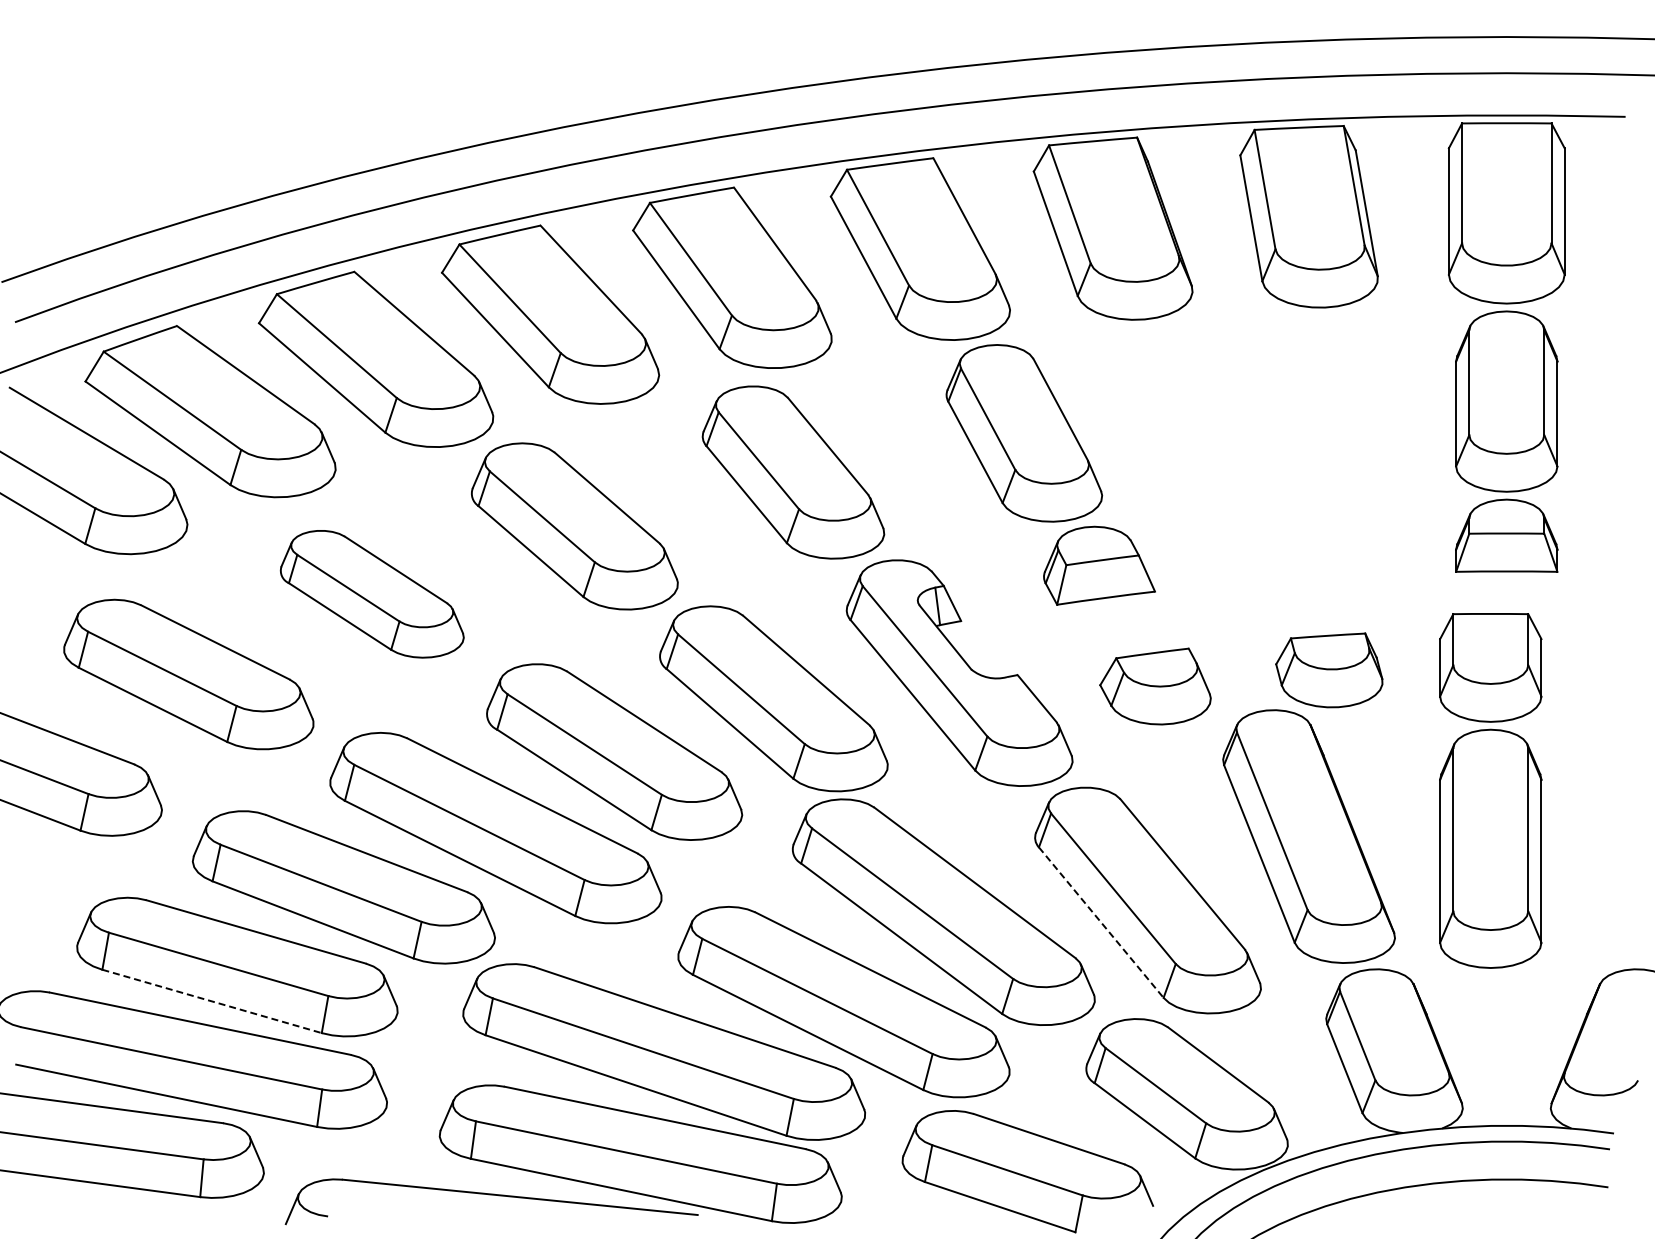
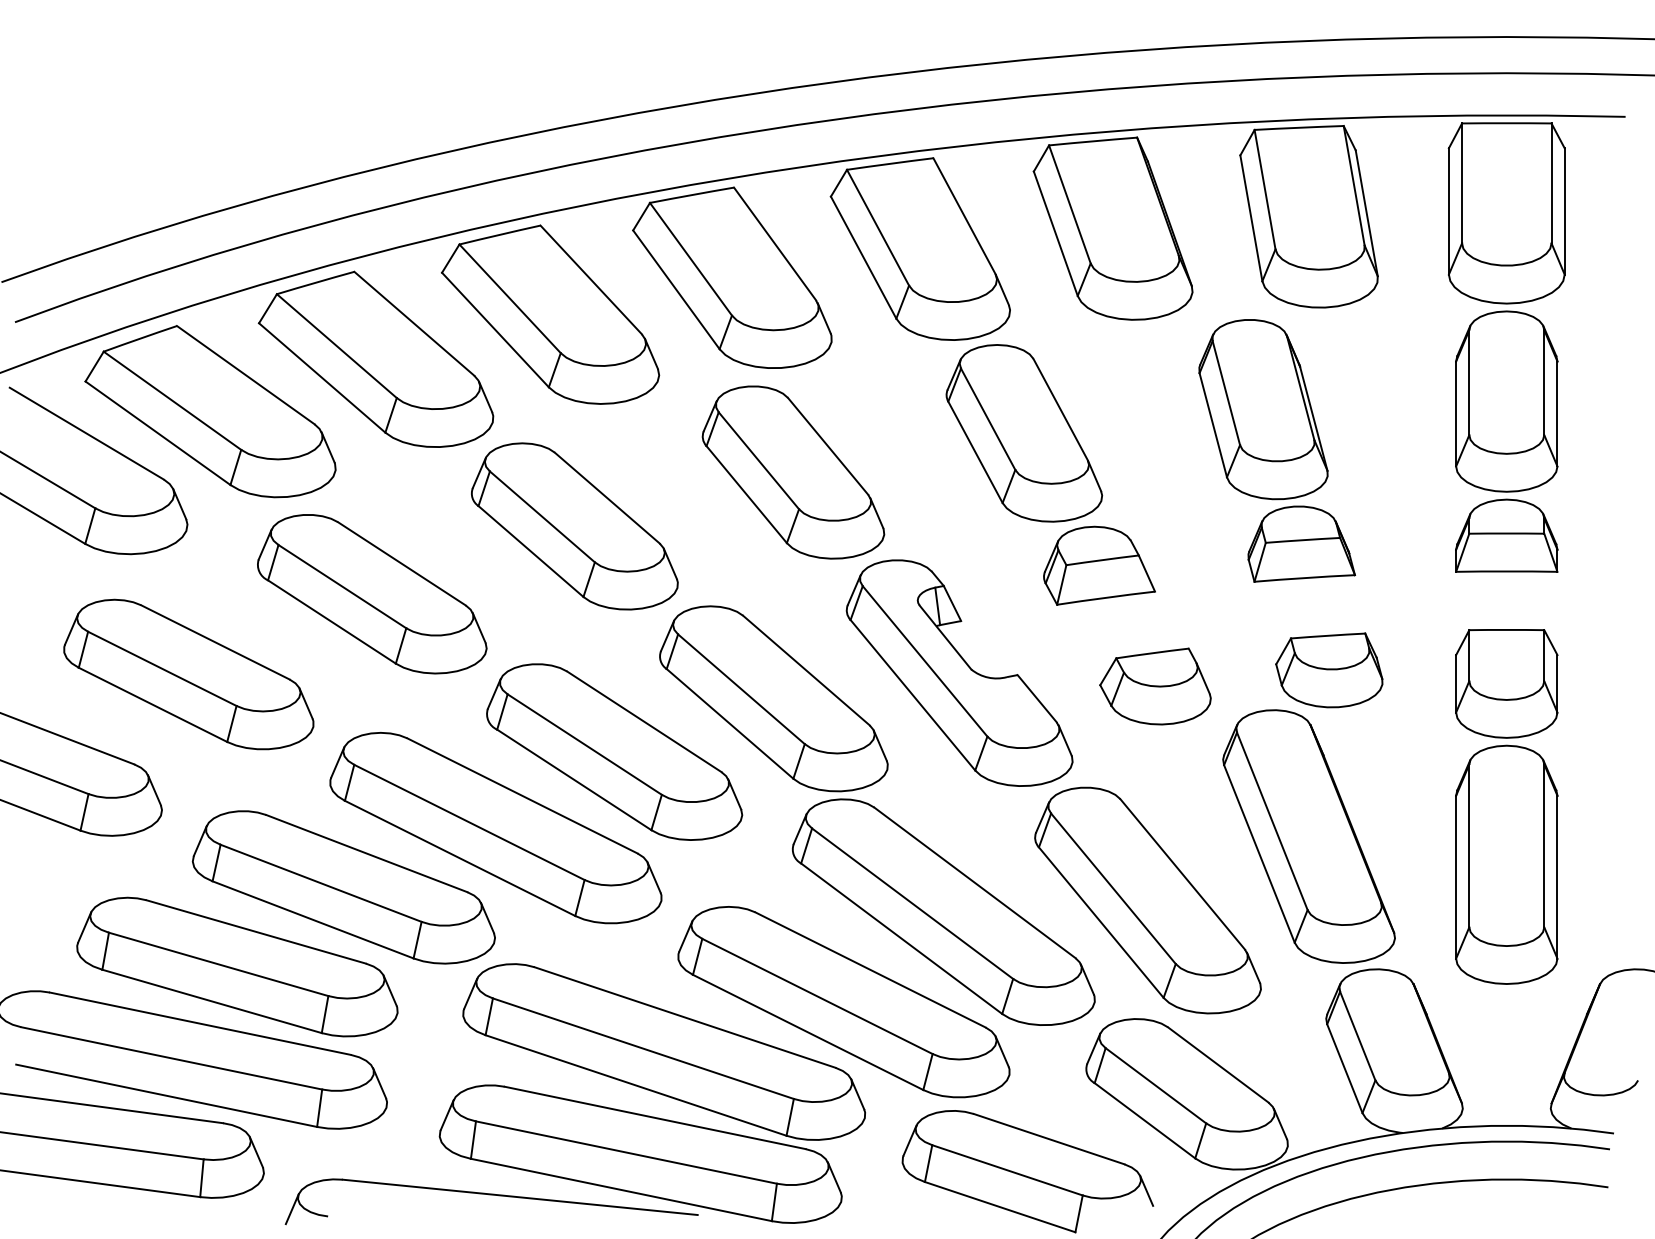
part at (1276, 450): none -> present
part at (371, 594) size: 186x129 px -> 231x161 px
part at (1490, 790) position: (1490, 790) -> (1506, 806)
line at (1101, 922): dashed -> solid
line at (212, 1001): dashed -> solid
